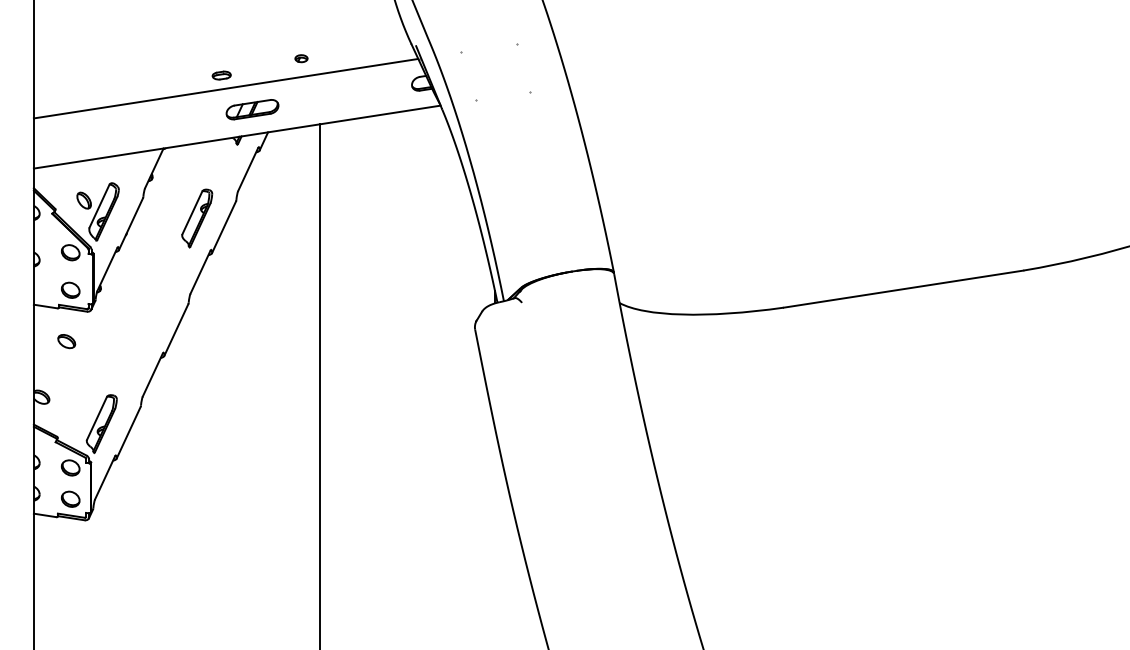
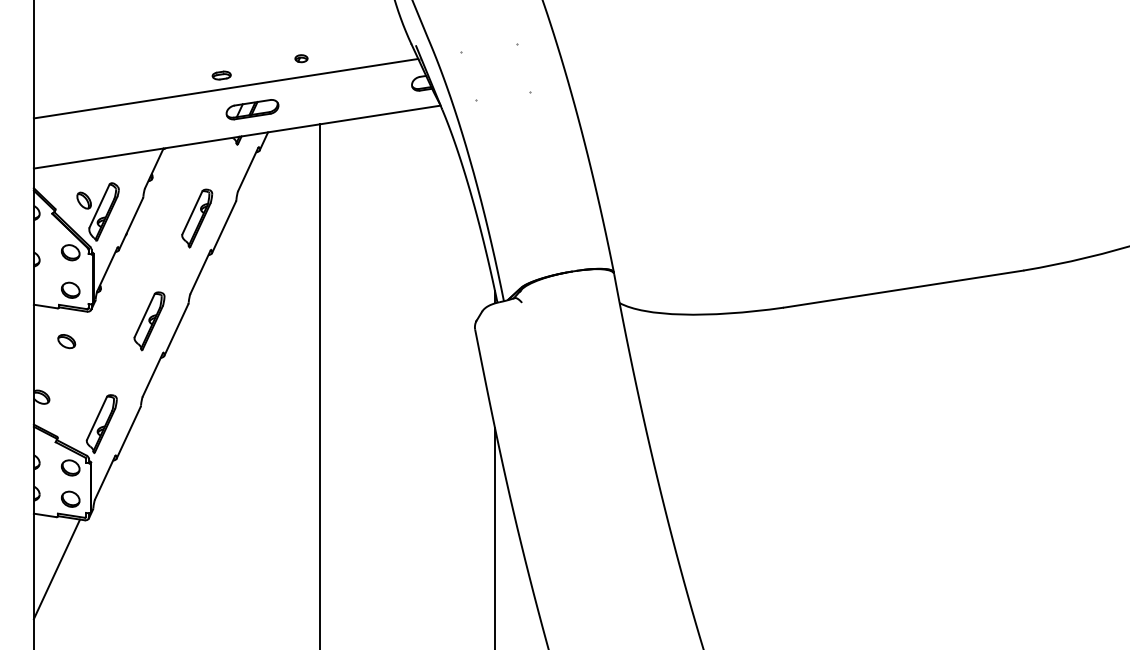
part at (149, 321): none -> present
line at (494, 536): none -> present
line at (56, 569): none -> present
